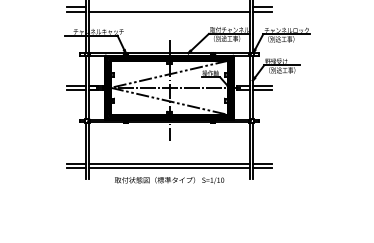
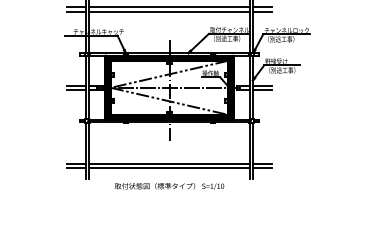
line at (169, 7): none -> present
text at (169, 180) position: (169, 180) -> (169, 186)
